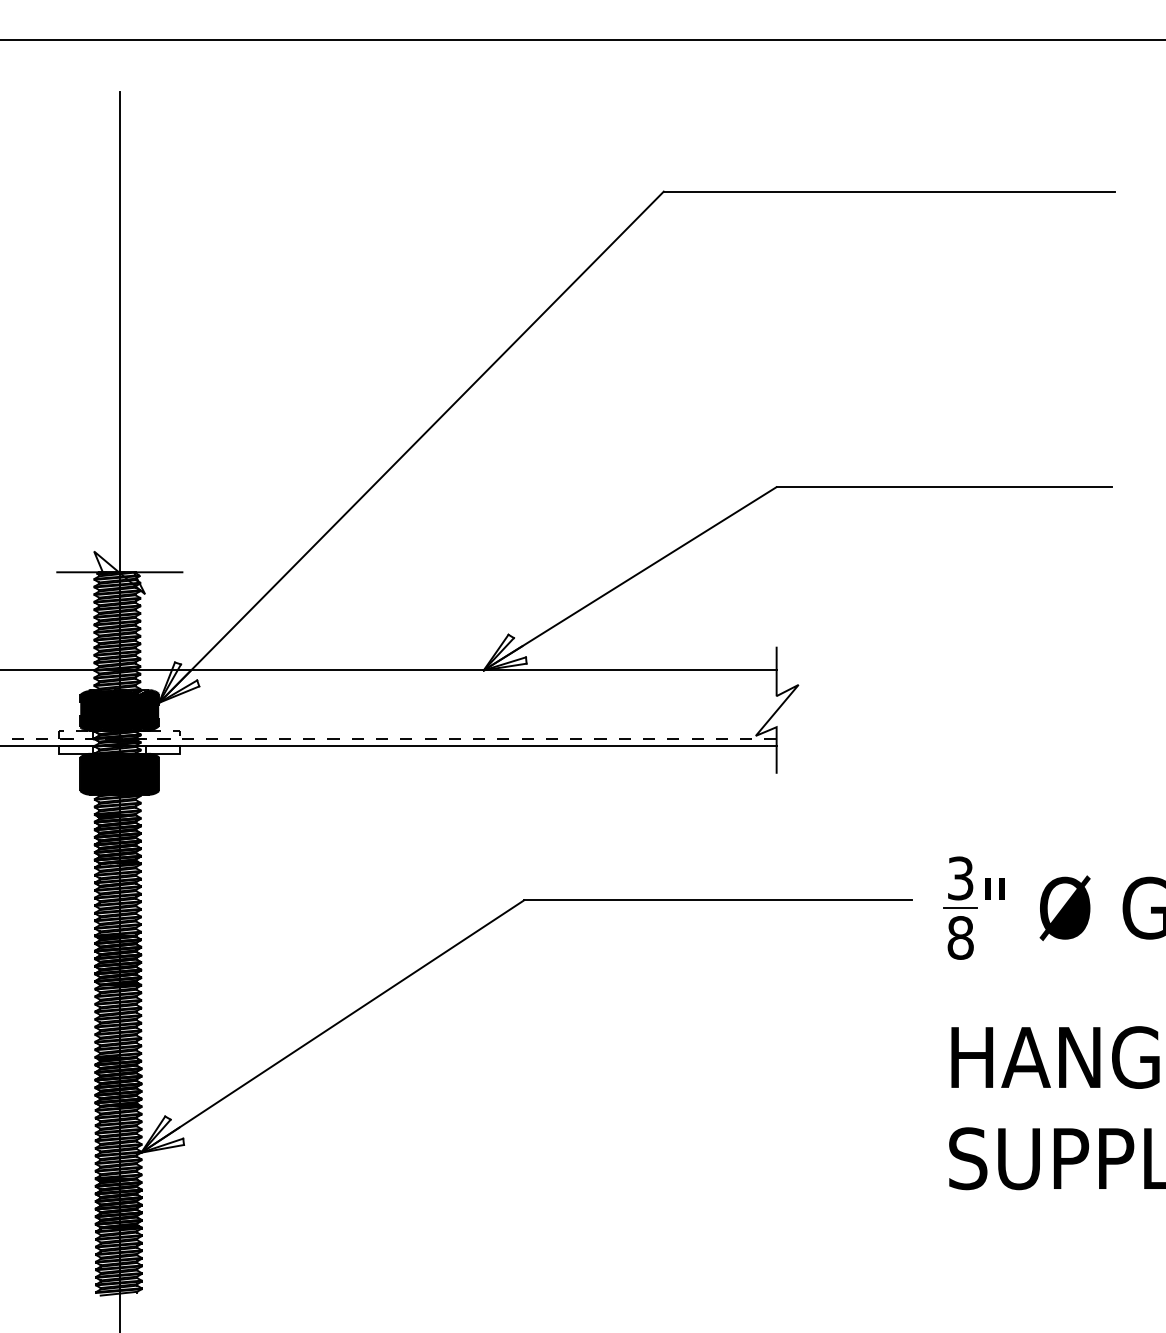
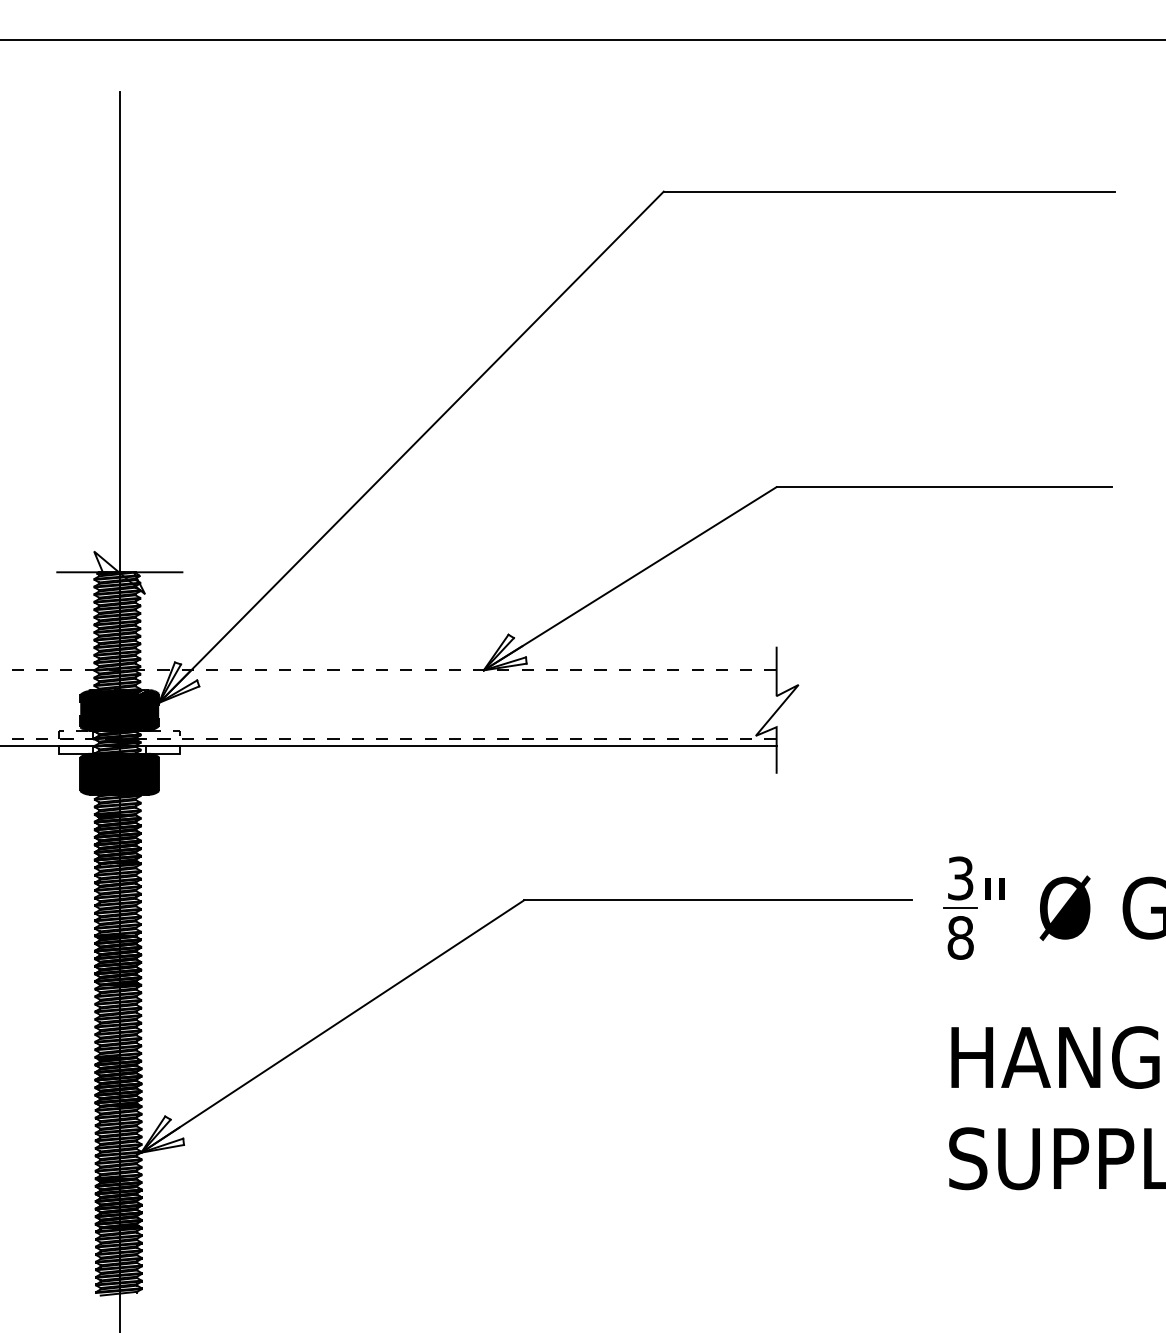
line at (388, 670): solid -> dashed
